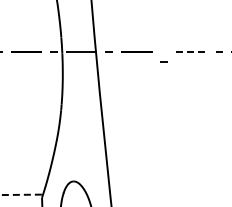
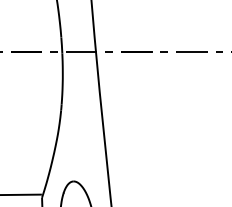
line at (192, 52): dashed -> solid
line at (163, 61) position: (163, 61) -> (163, 51)
line at (21, 194): dashed -> solid
